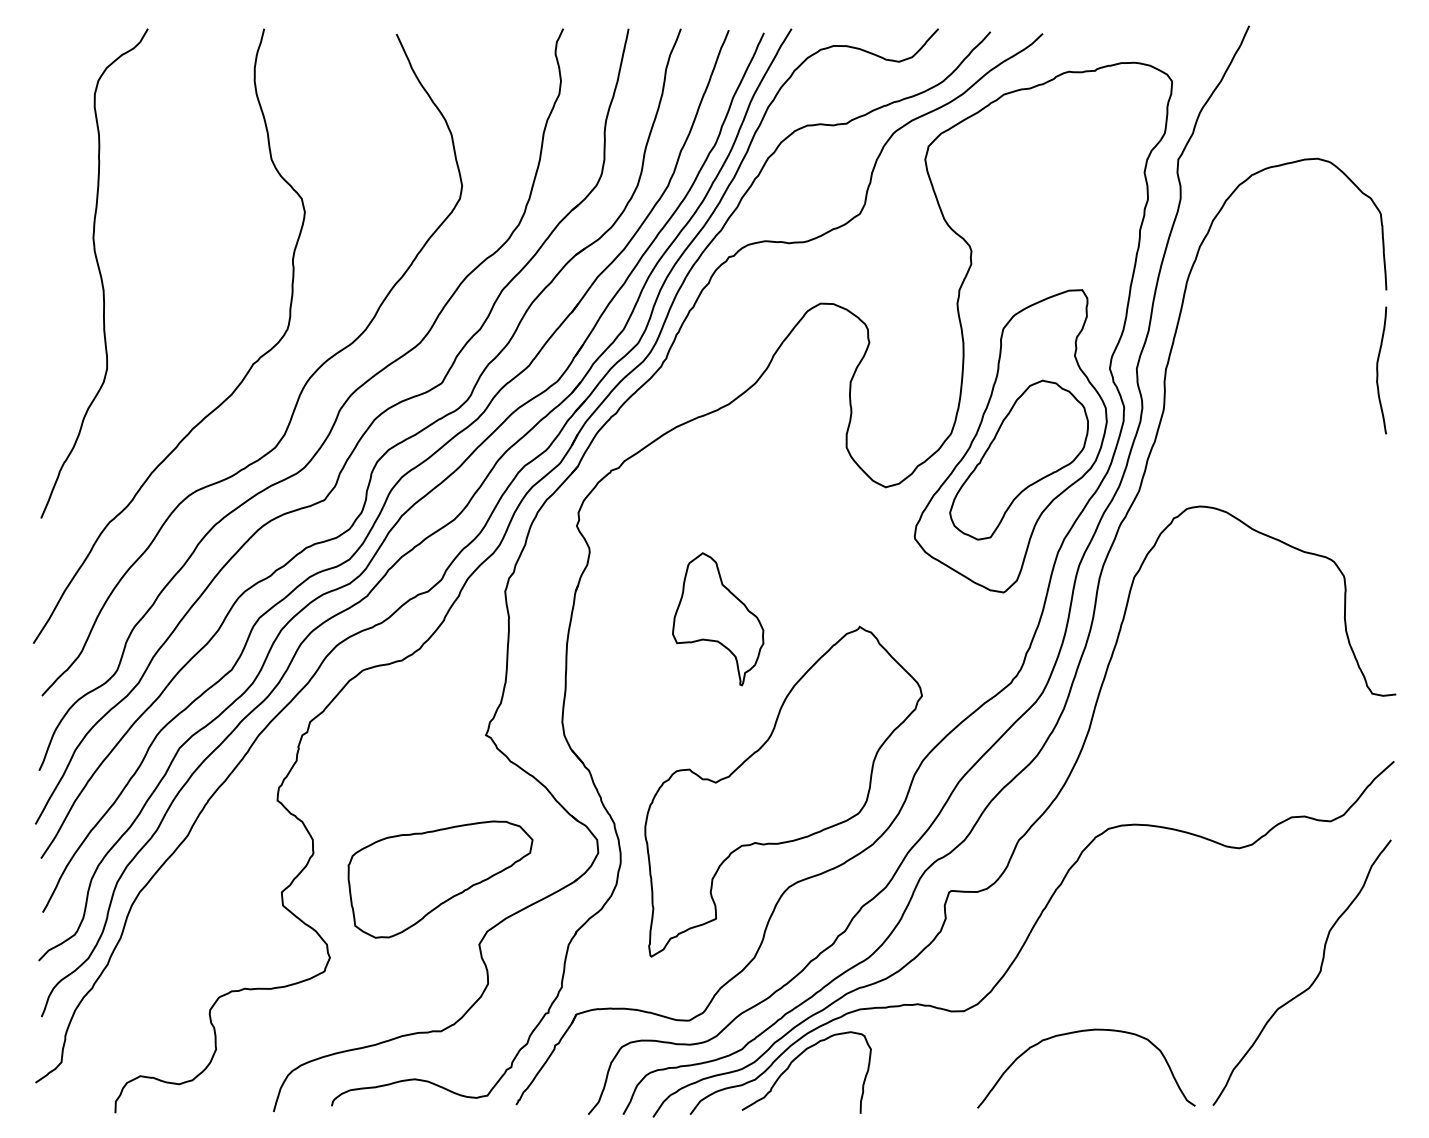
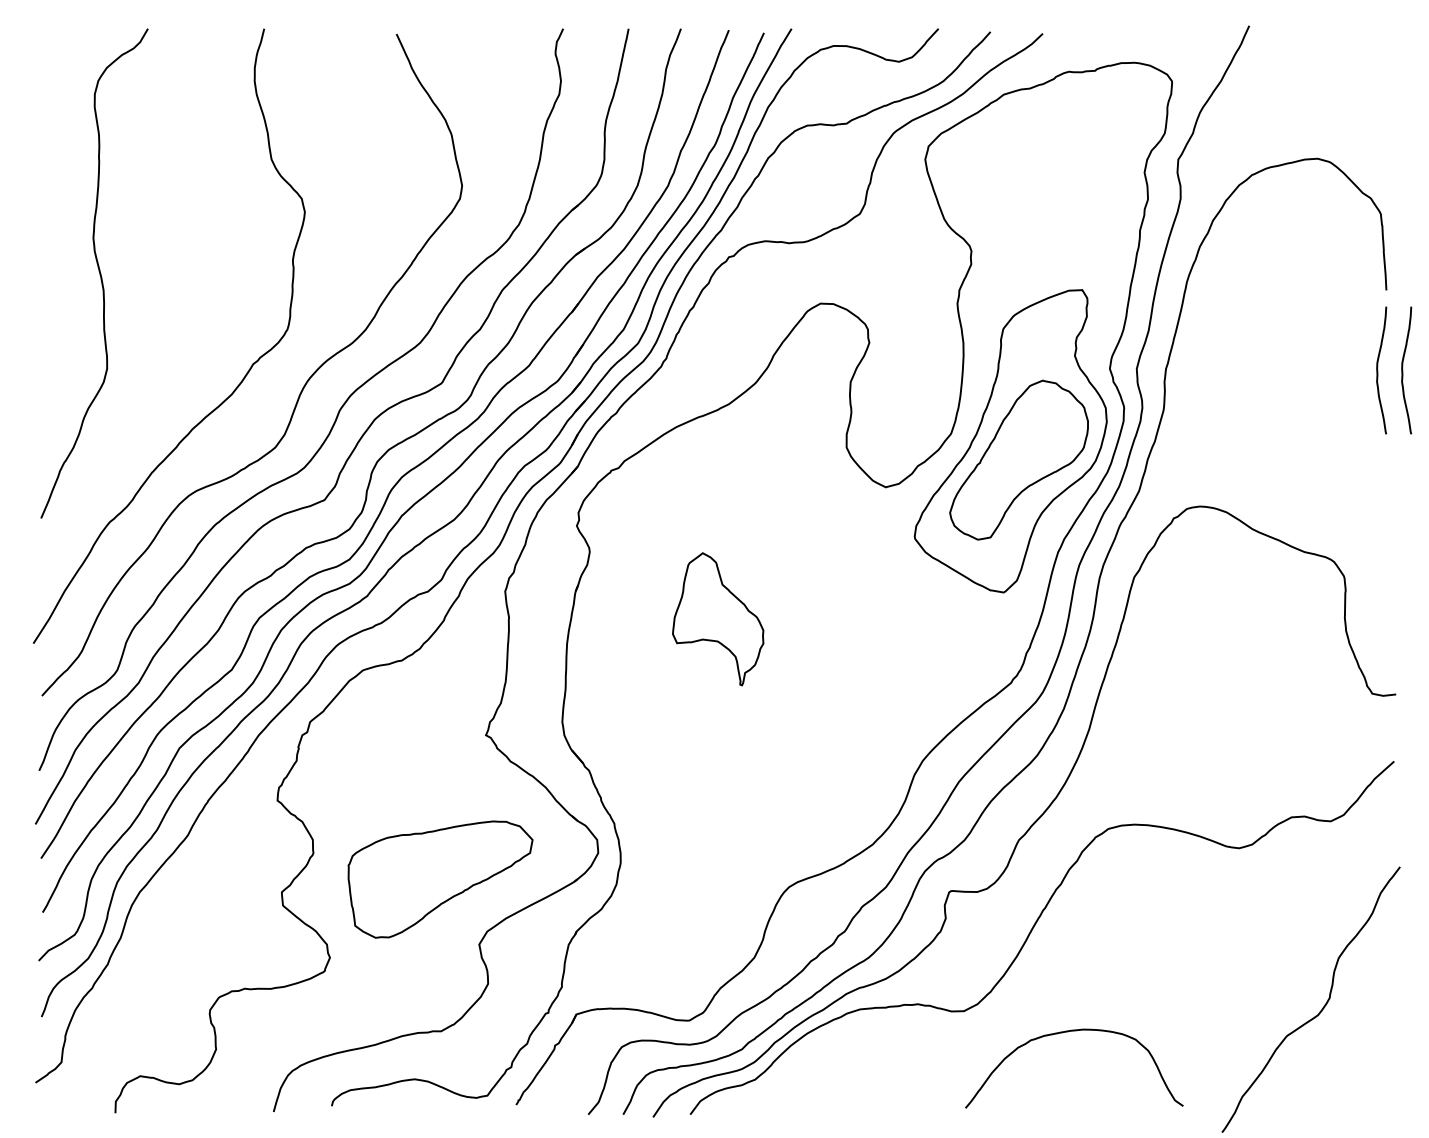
curve at (1403, 370): none -> present
part at (783, 791): present -> none
curve at (1313, 980) position: (1313, 980) -> (1322, 1007)
curve at (1080, 1032) position: (1080, 1032) -> (1068, 1032)
curve at (796, 1059): present -> none
